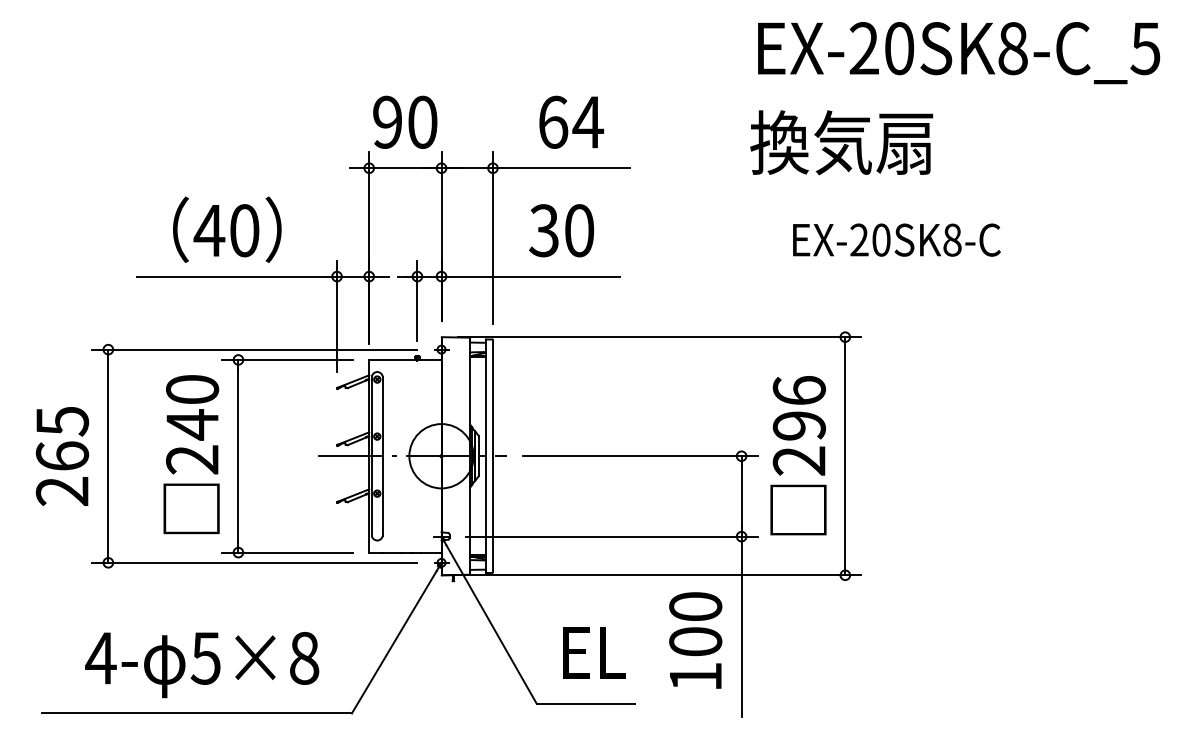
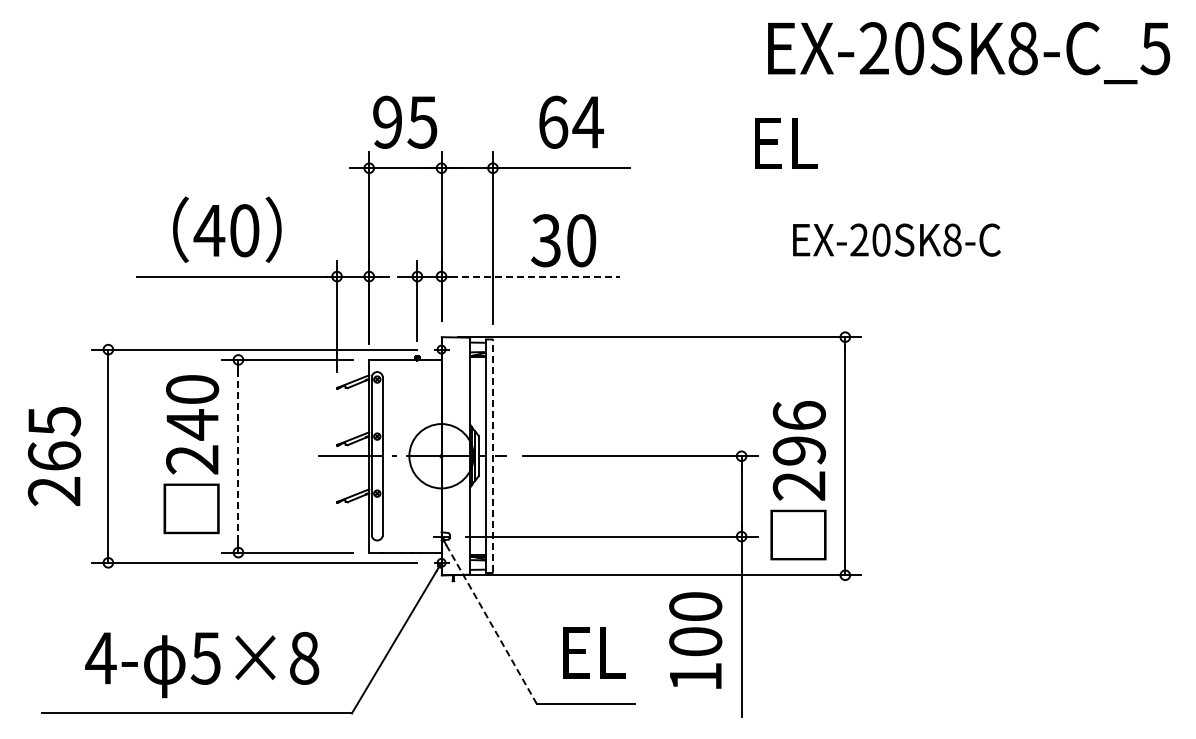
text at (959, 53) position: (959, 53) -> (969, 53)
text at (422, 121): 90 -> 95
text at (841, 142): 換気扇 -> EL
text at (561, 230) position: (561, 230) -> (563, 240)
line at (535, 276): solid -> dashed
text at (798, 455) position: (798, 455) -> (798, 480)
text at (62, 456) position: (62, 456) -> (54, 456)
line at (238, 456): solid -> dashed
line at (492, 456): solid -> dashed
line at (491, 624): solid -> dashed
